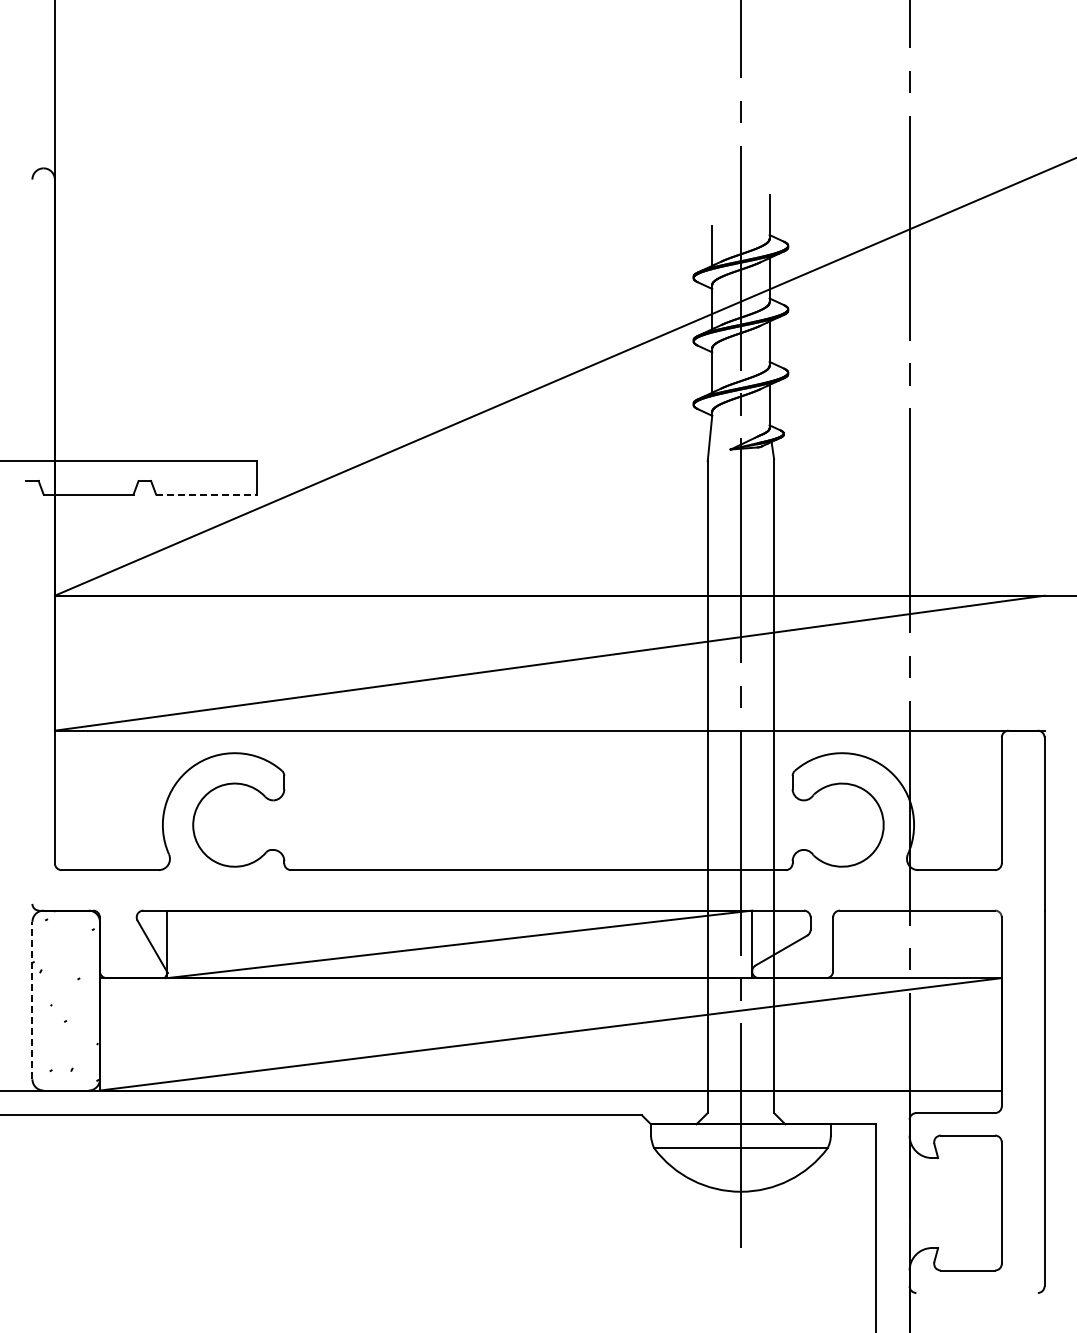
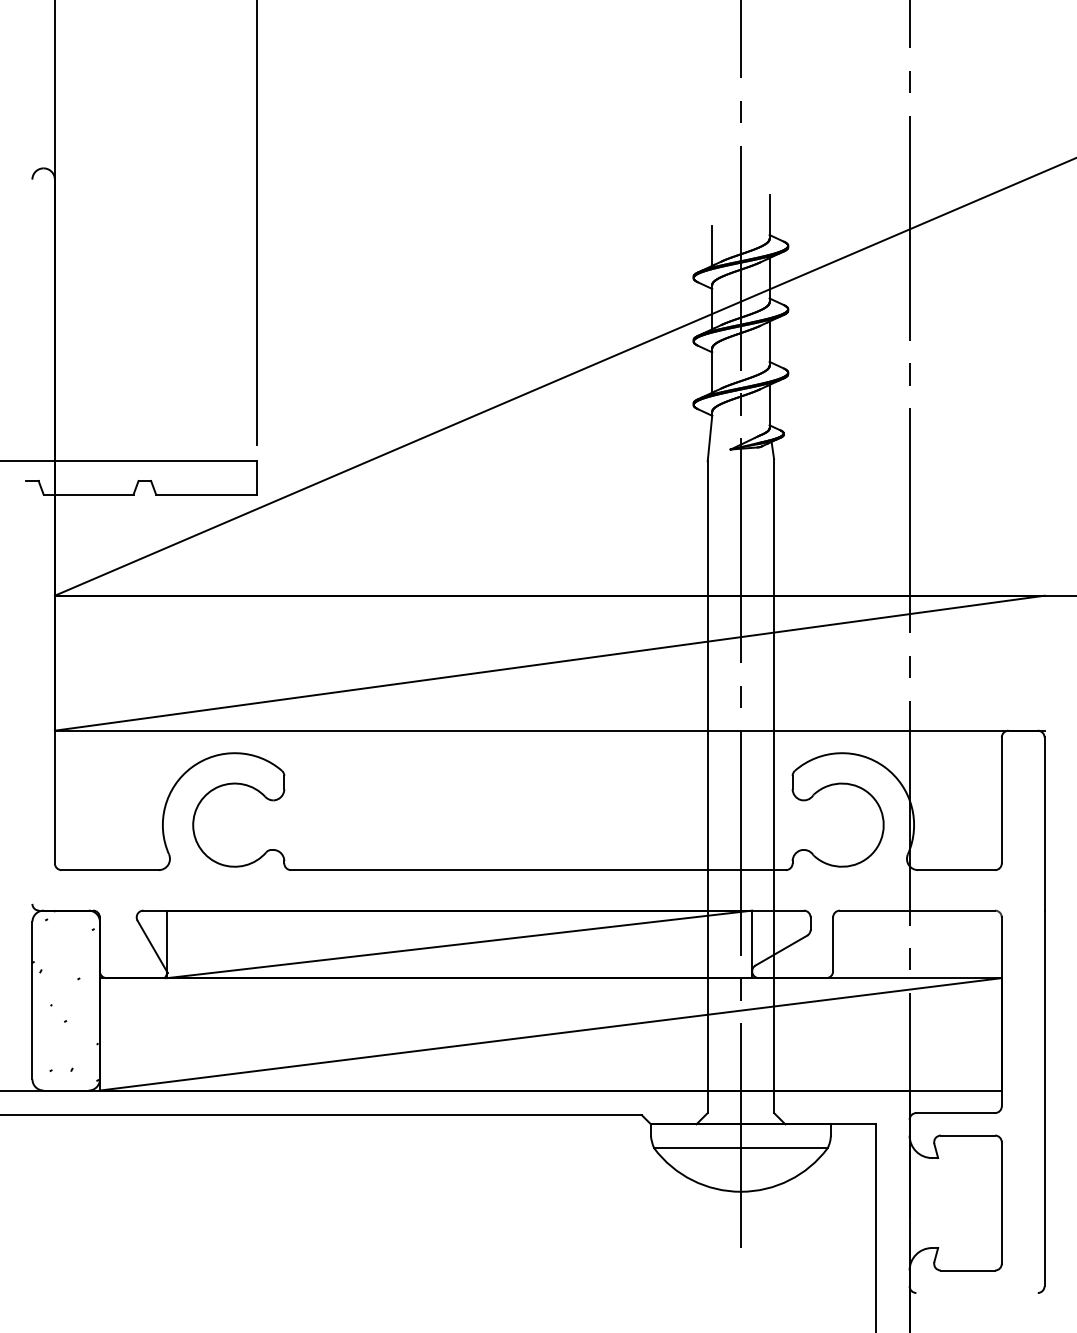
line at (257, 223): none -> present
line at (206, 494): dashed -> solid
line at (32, 1000): dashed -> solid
